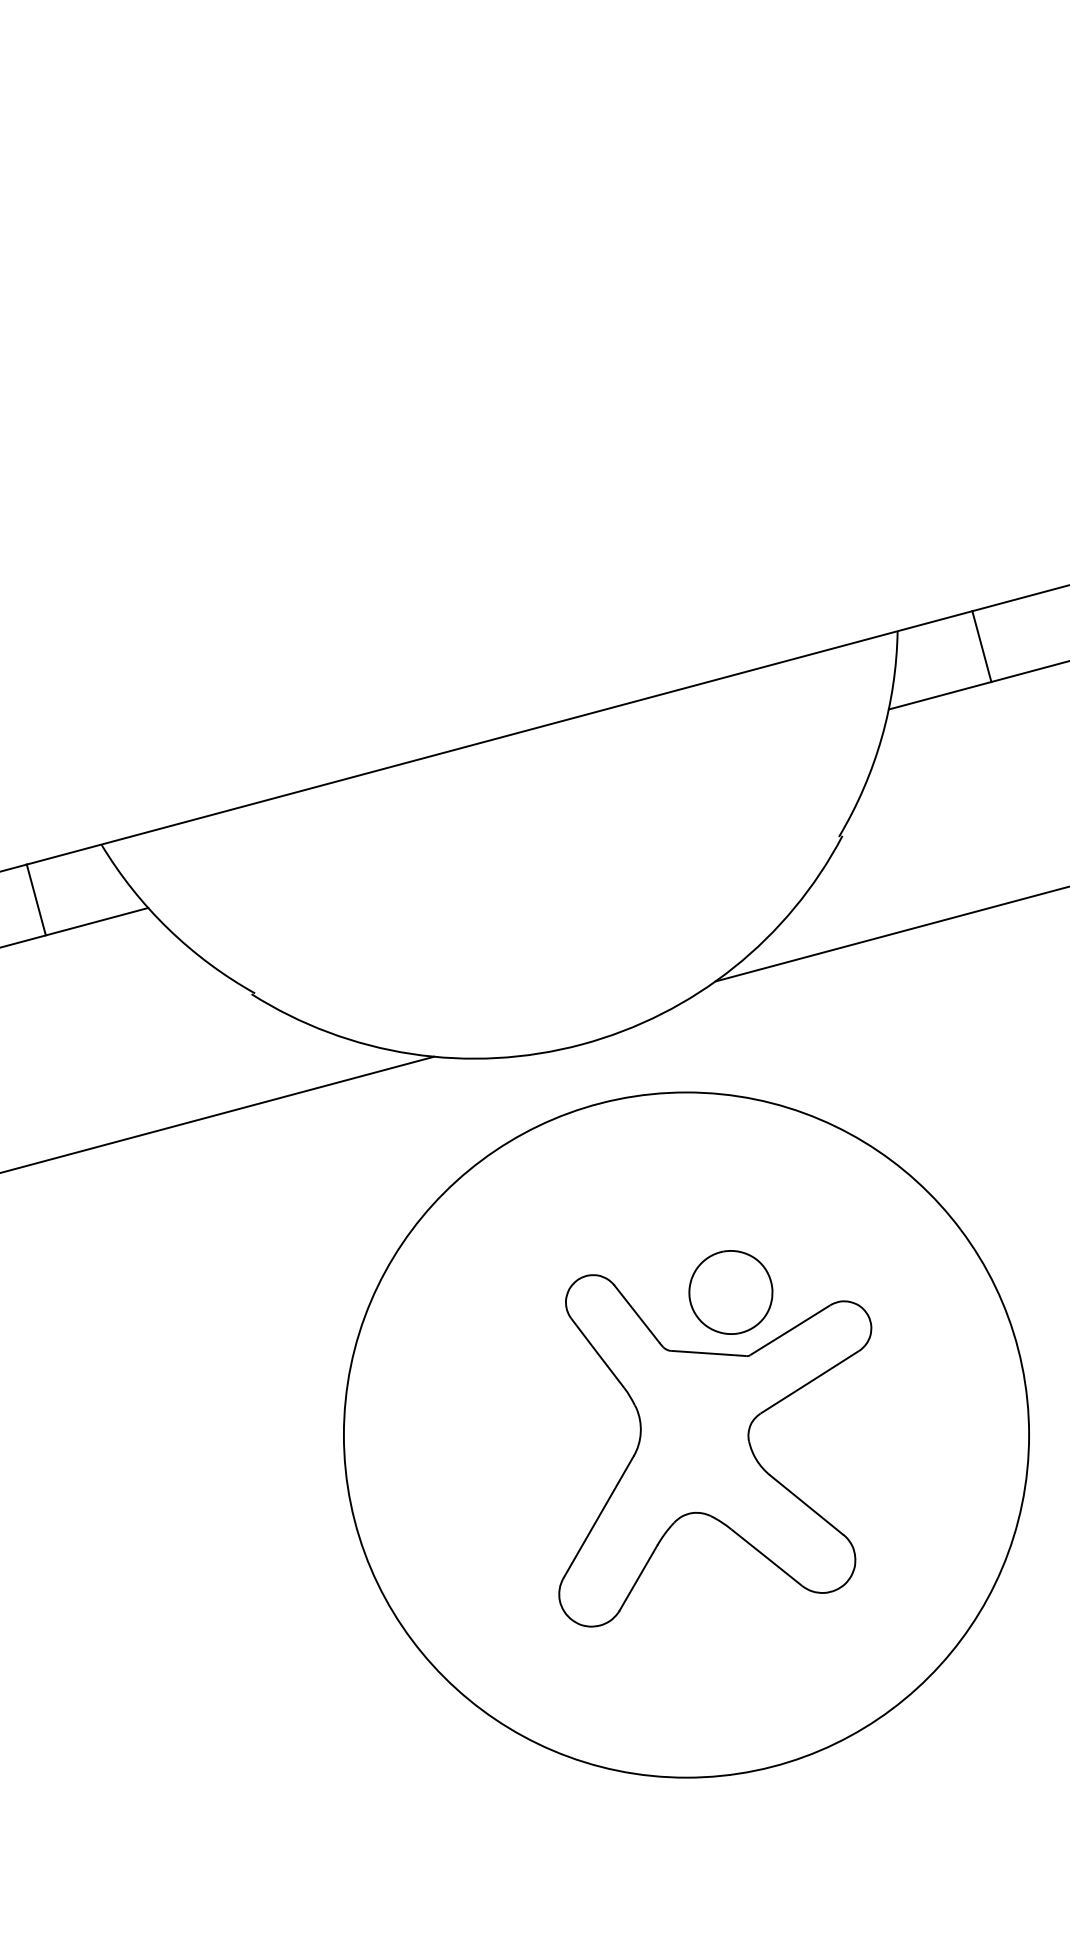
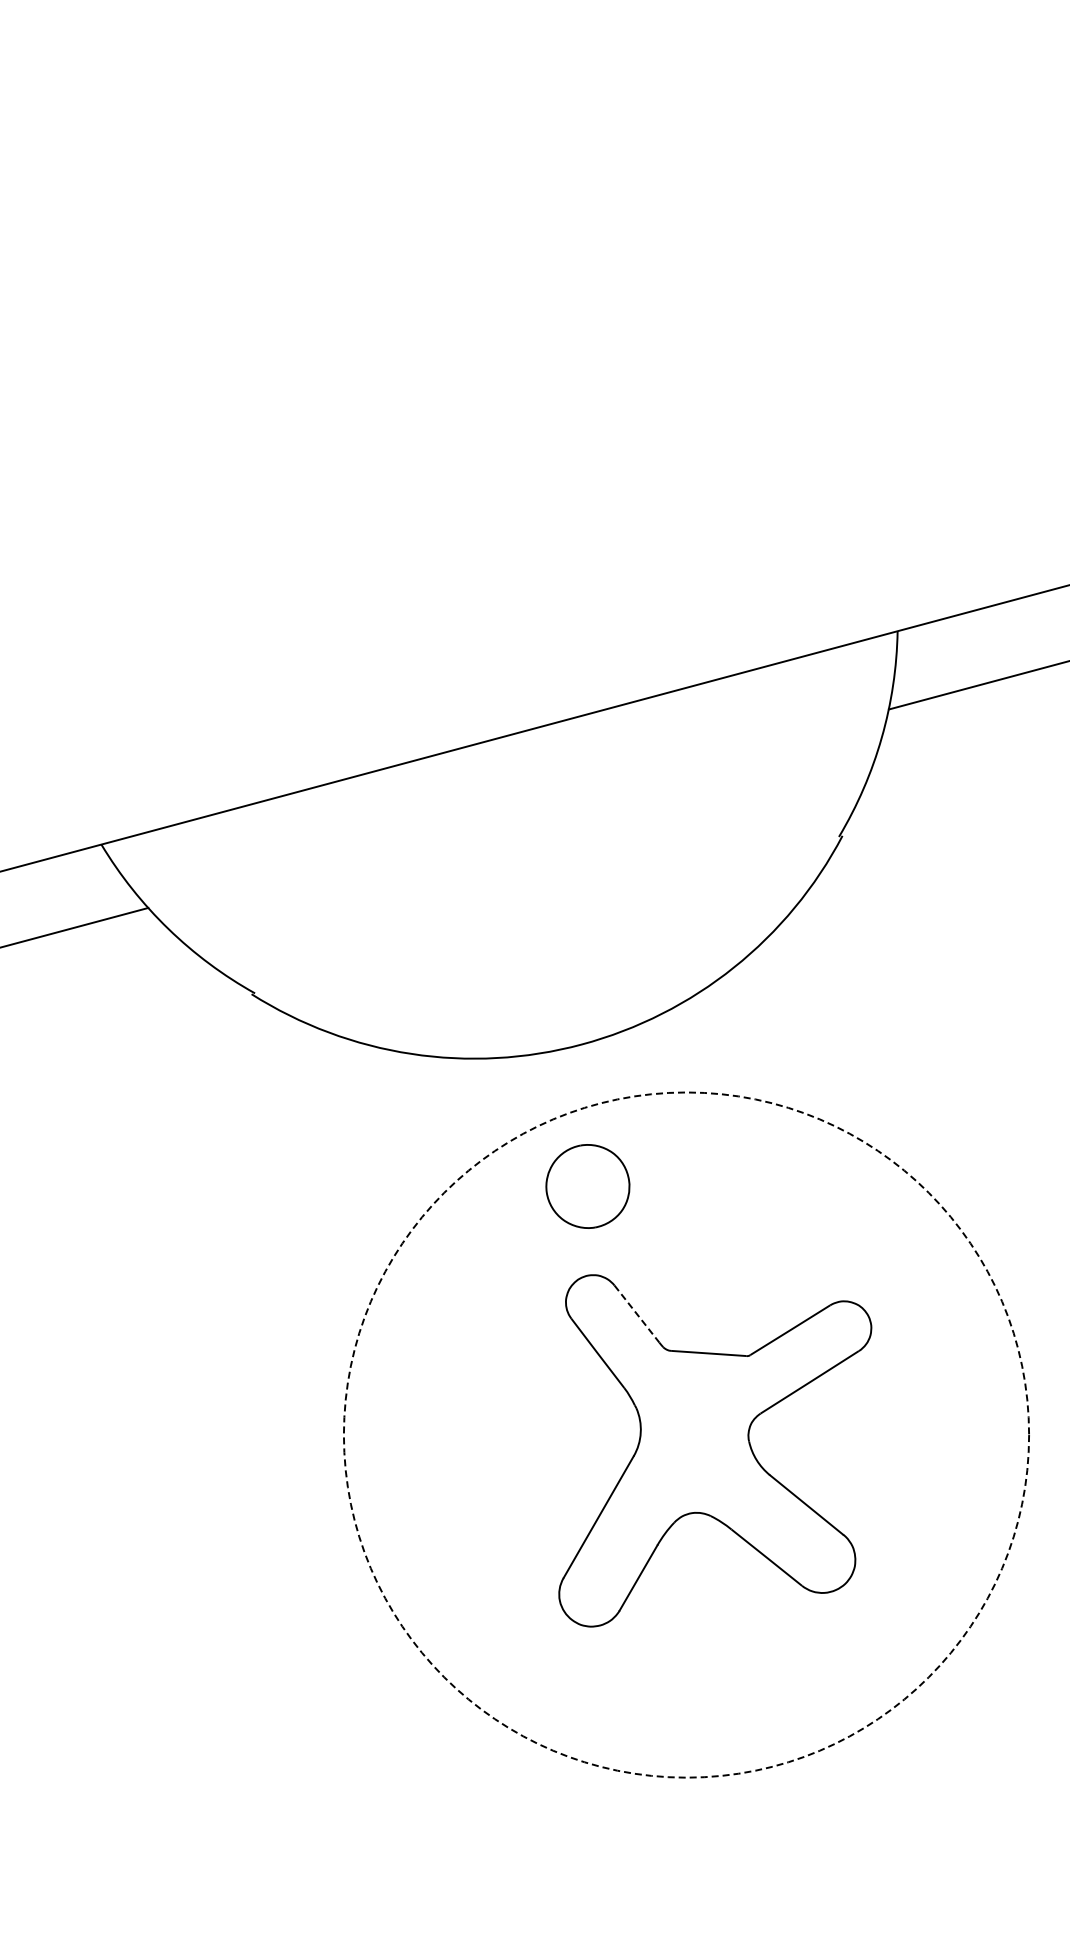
line at (981, 646): present -> none
line at (35, 899): present -> none
line at (890, 934): present -> none
line at (218, 1114): present -> none
part at (730, 1292) position: (730, 1292) -> (587, 1186)
line at (637, 1314): solid -> dashed
circle at (686, 1434): solid -> dashed
